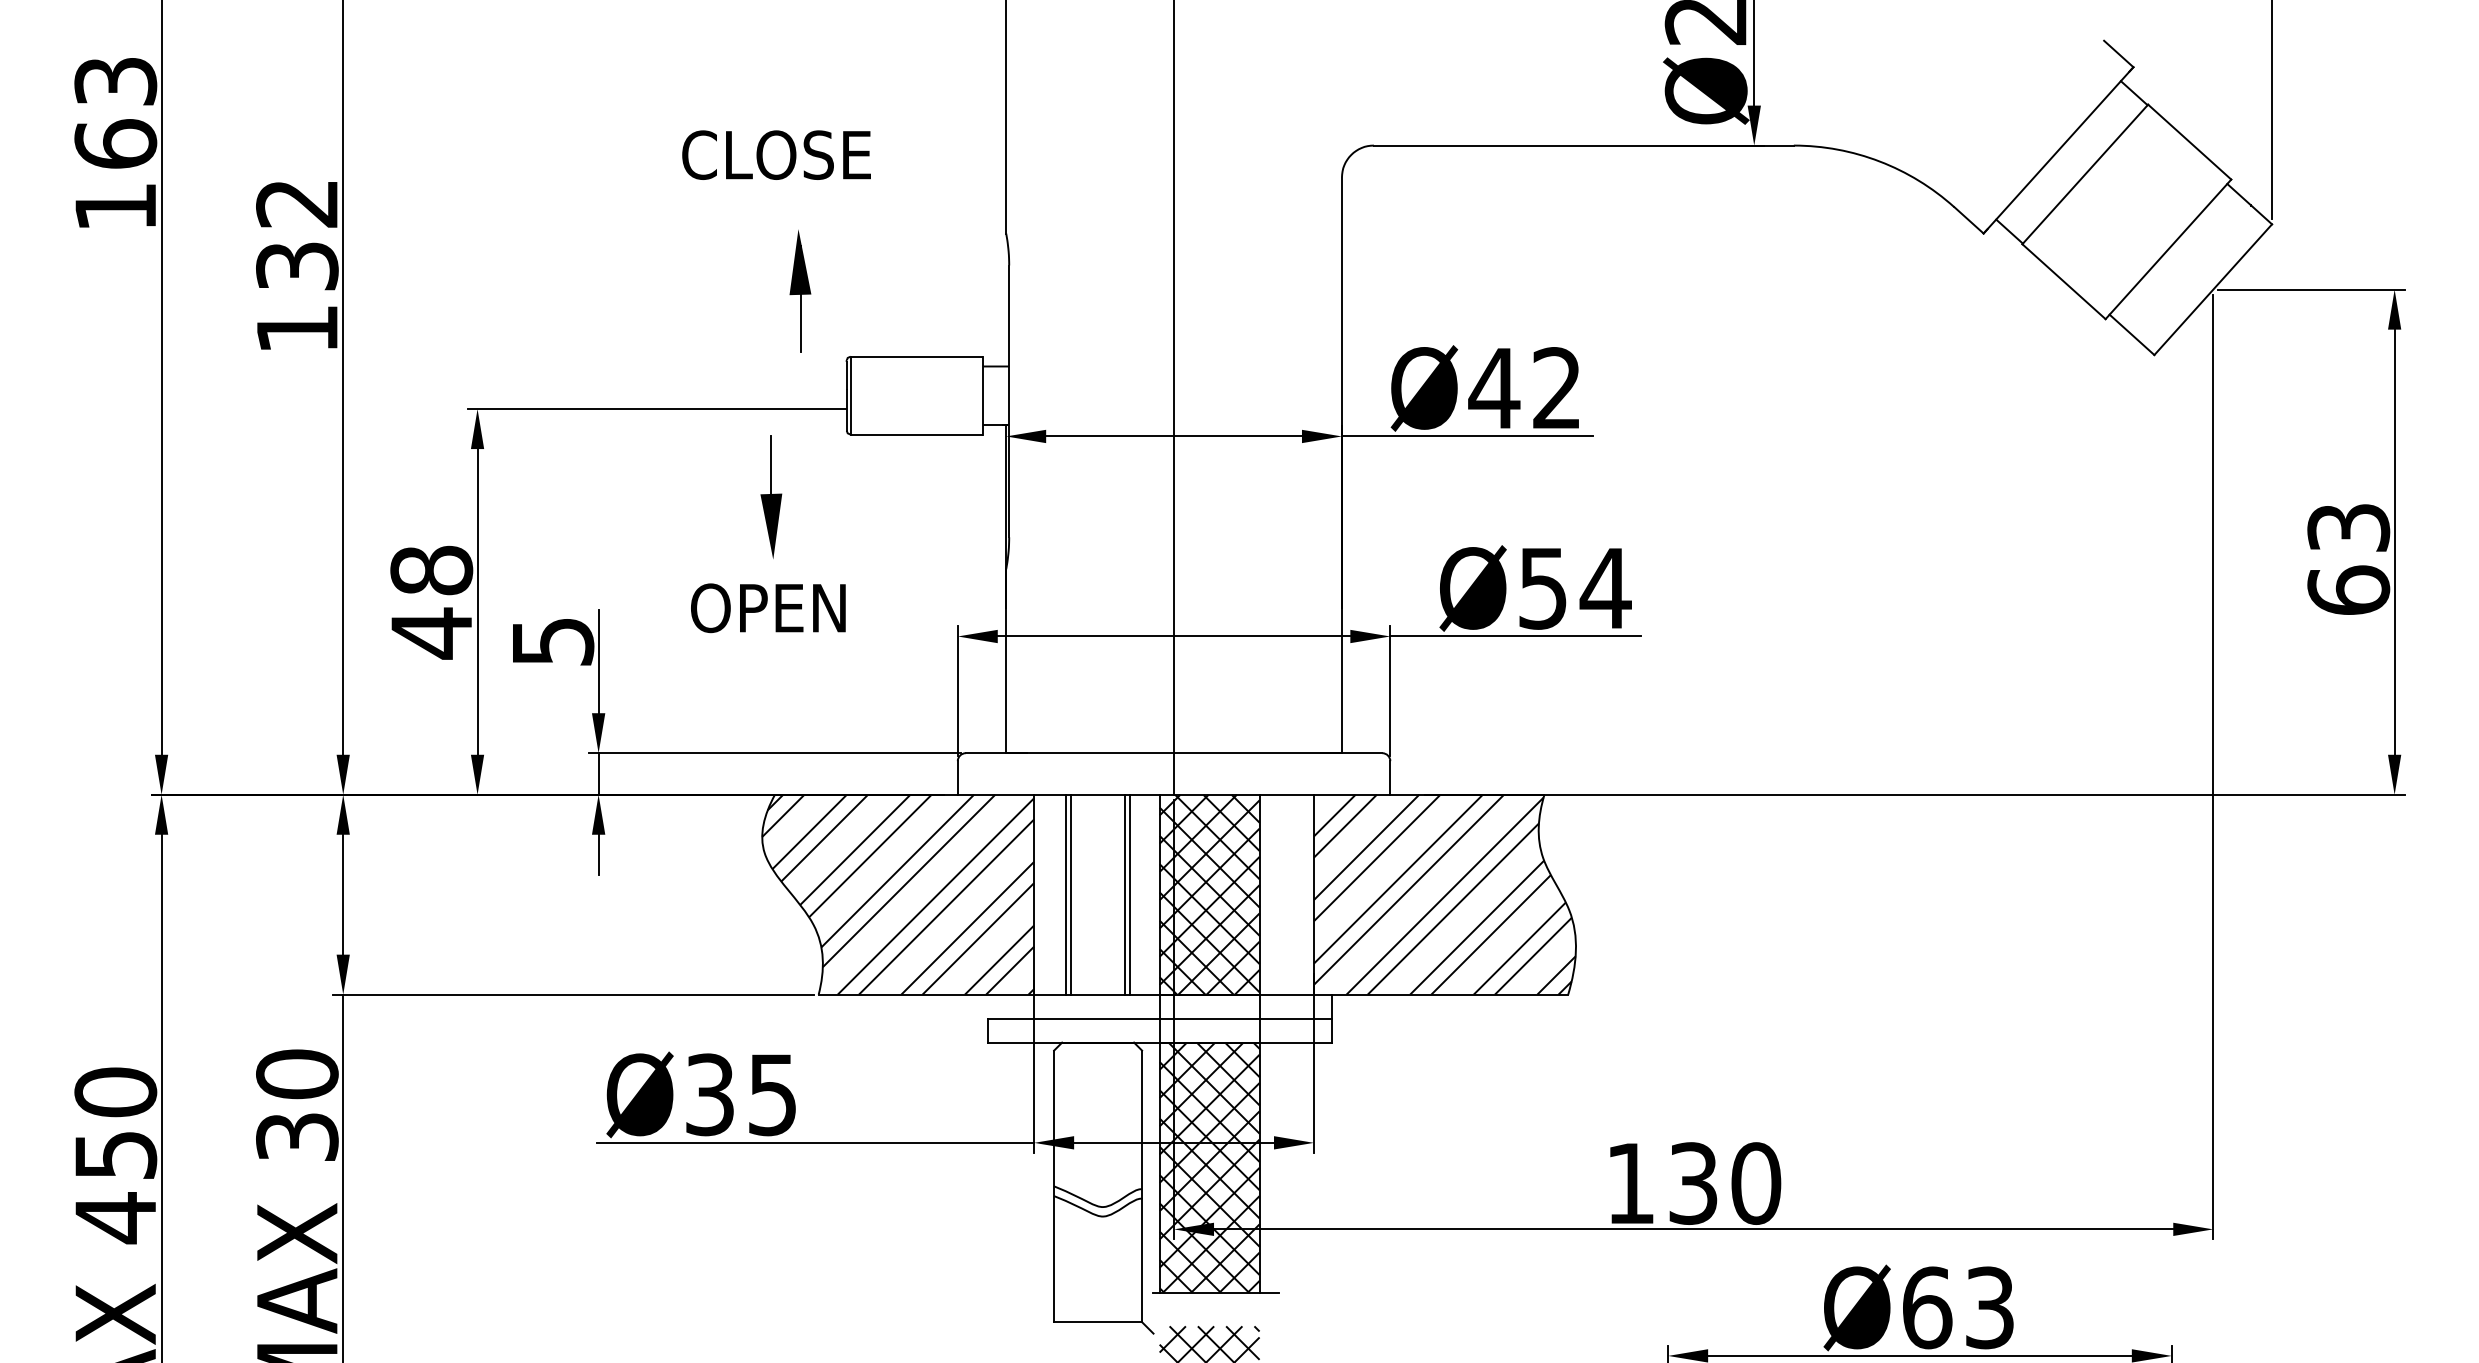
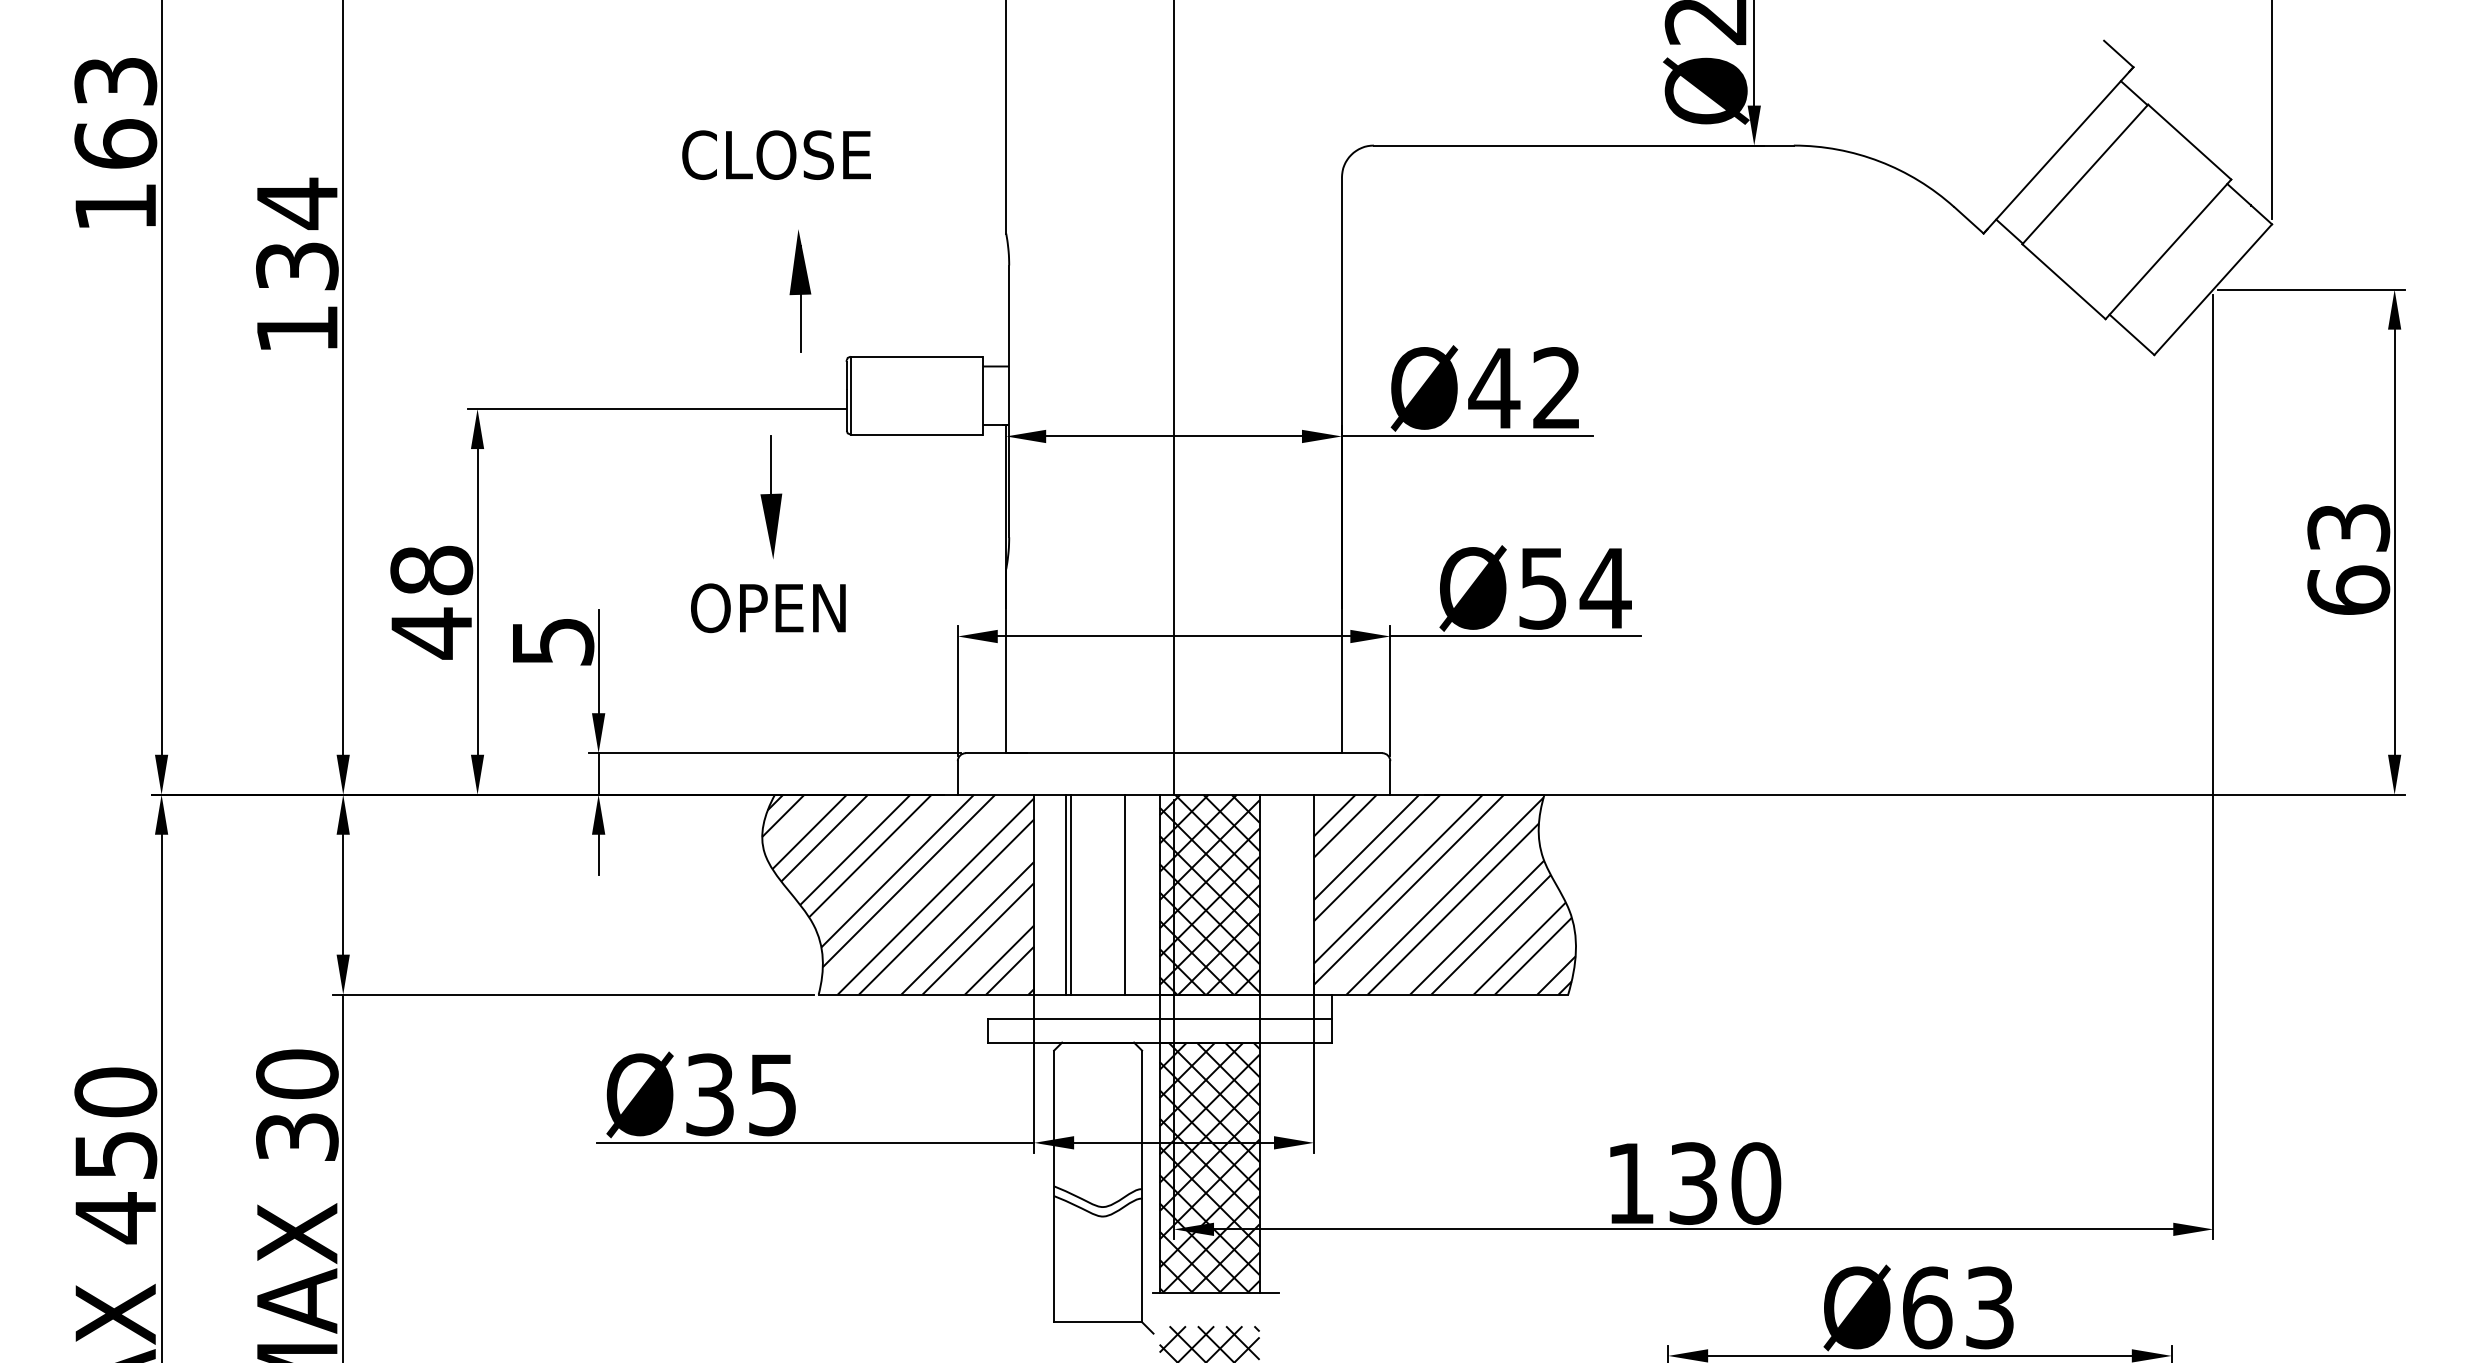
text at (296, 203): 132 -> 134
line at (1130, 894): present -> none
